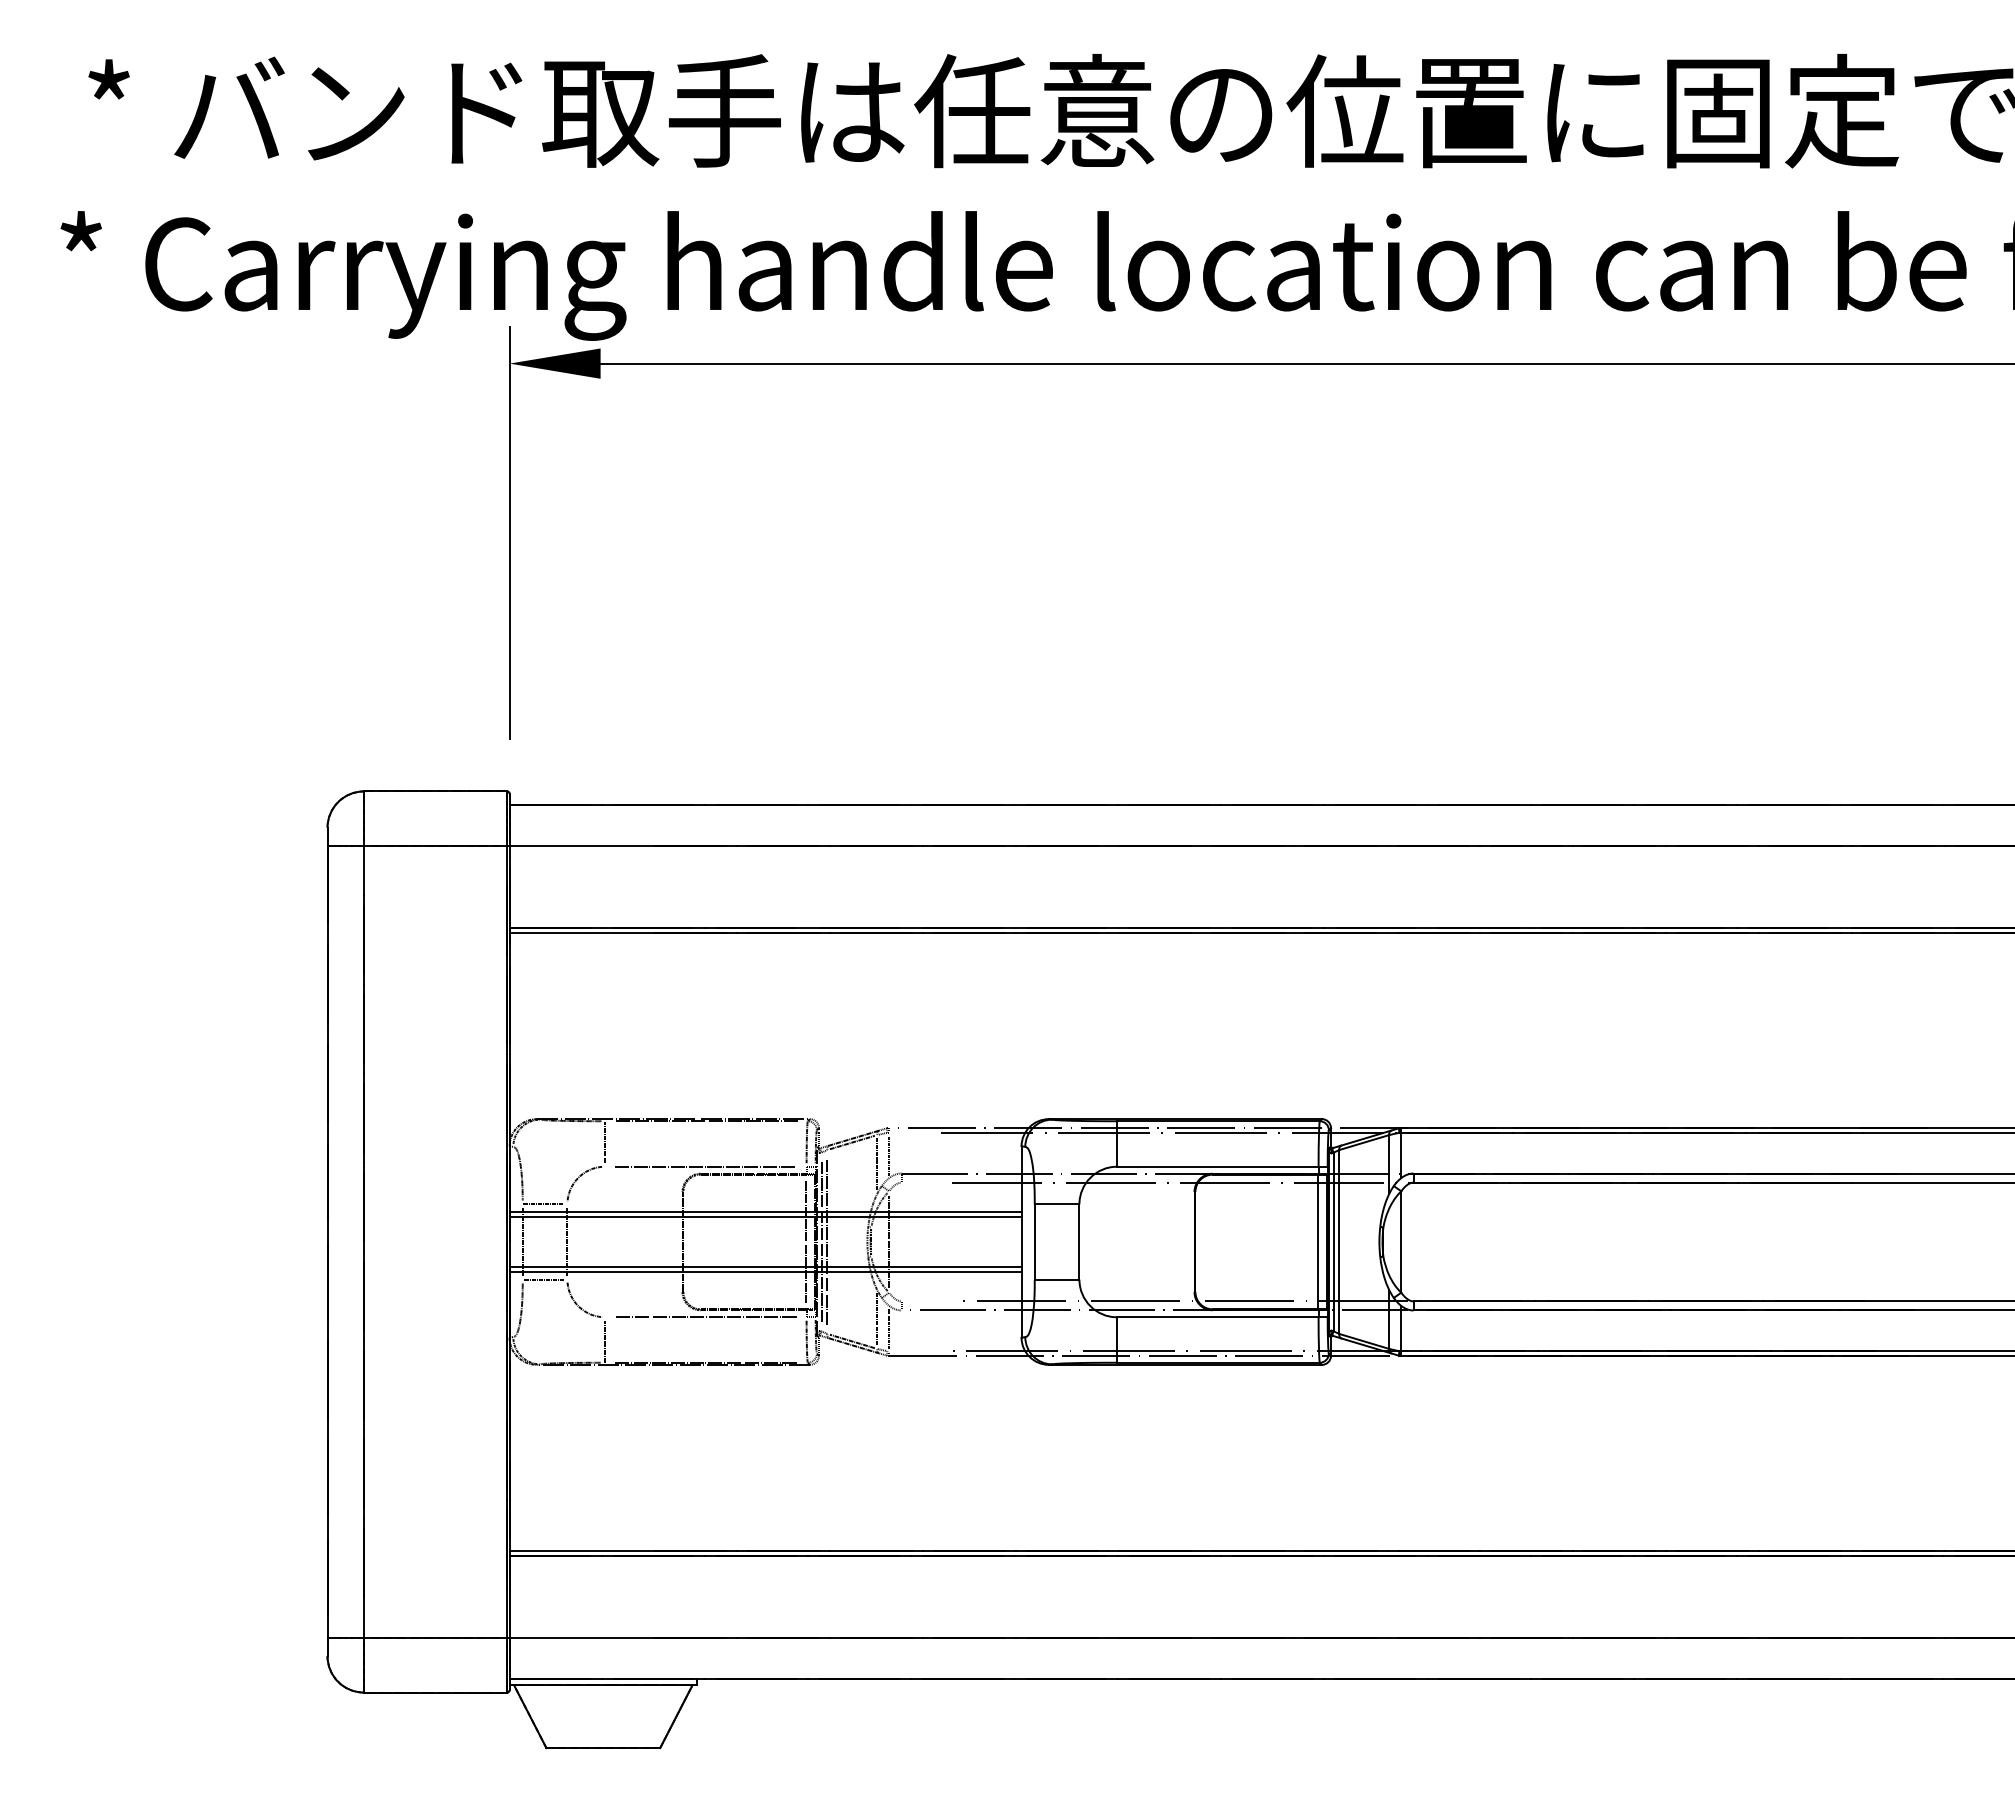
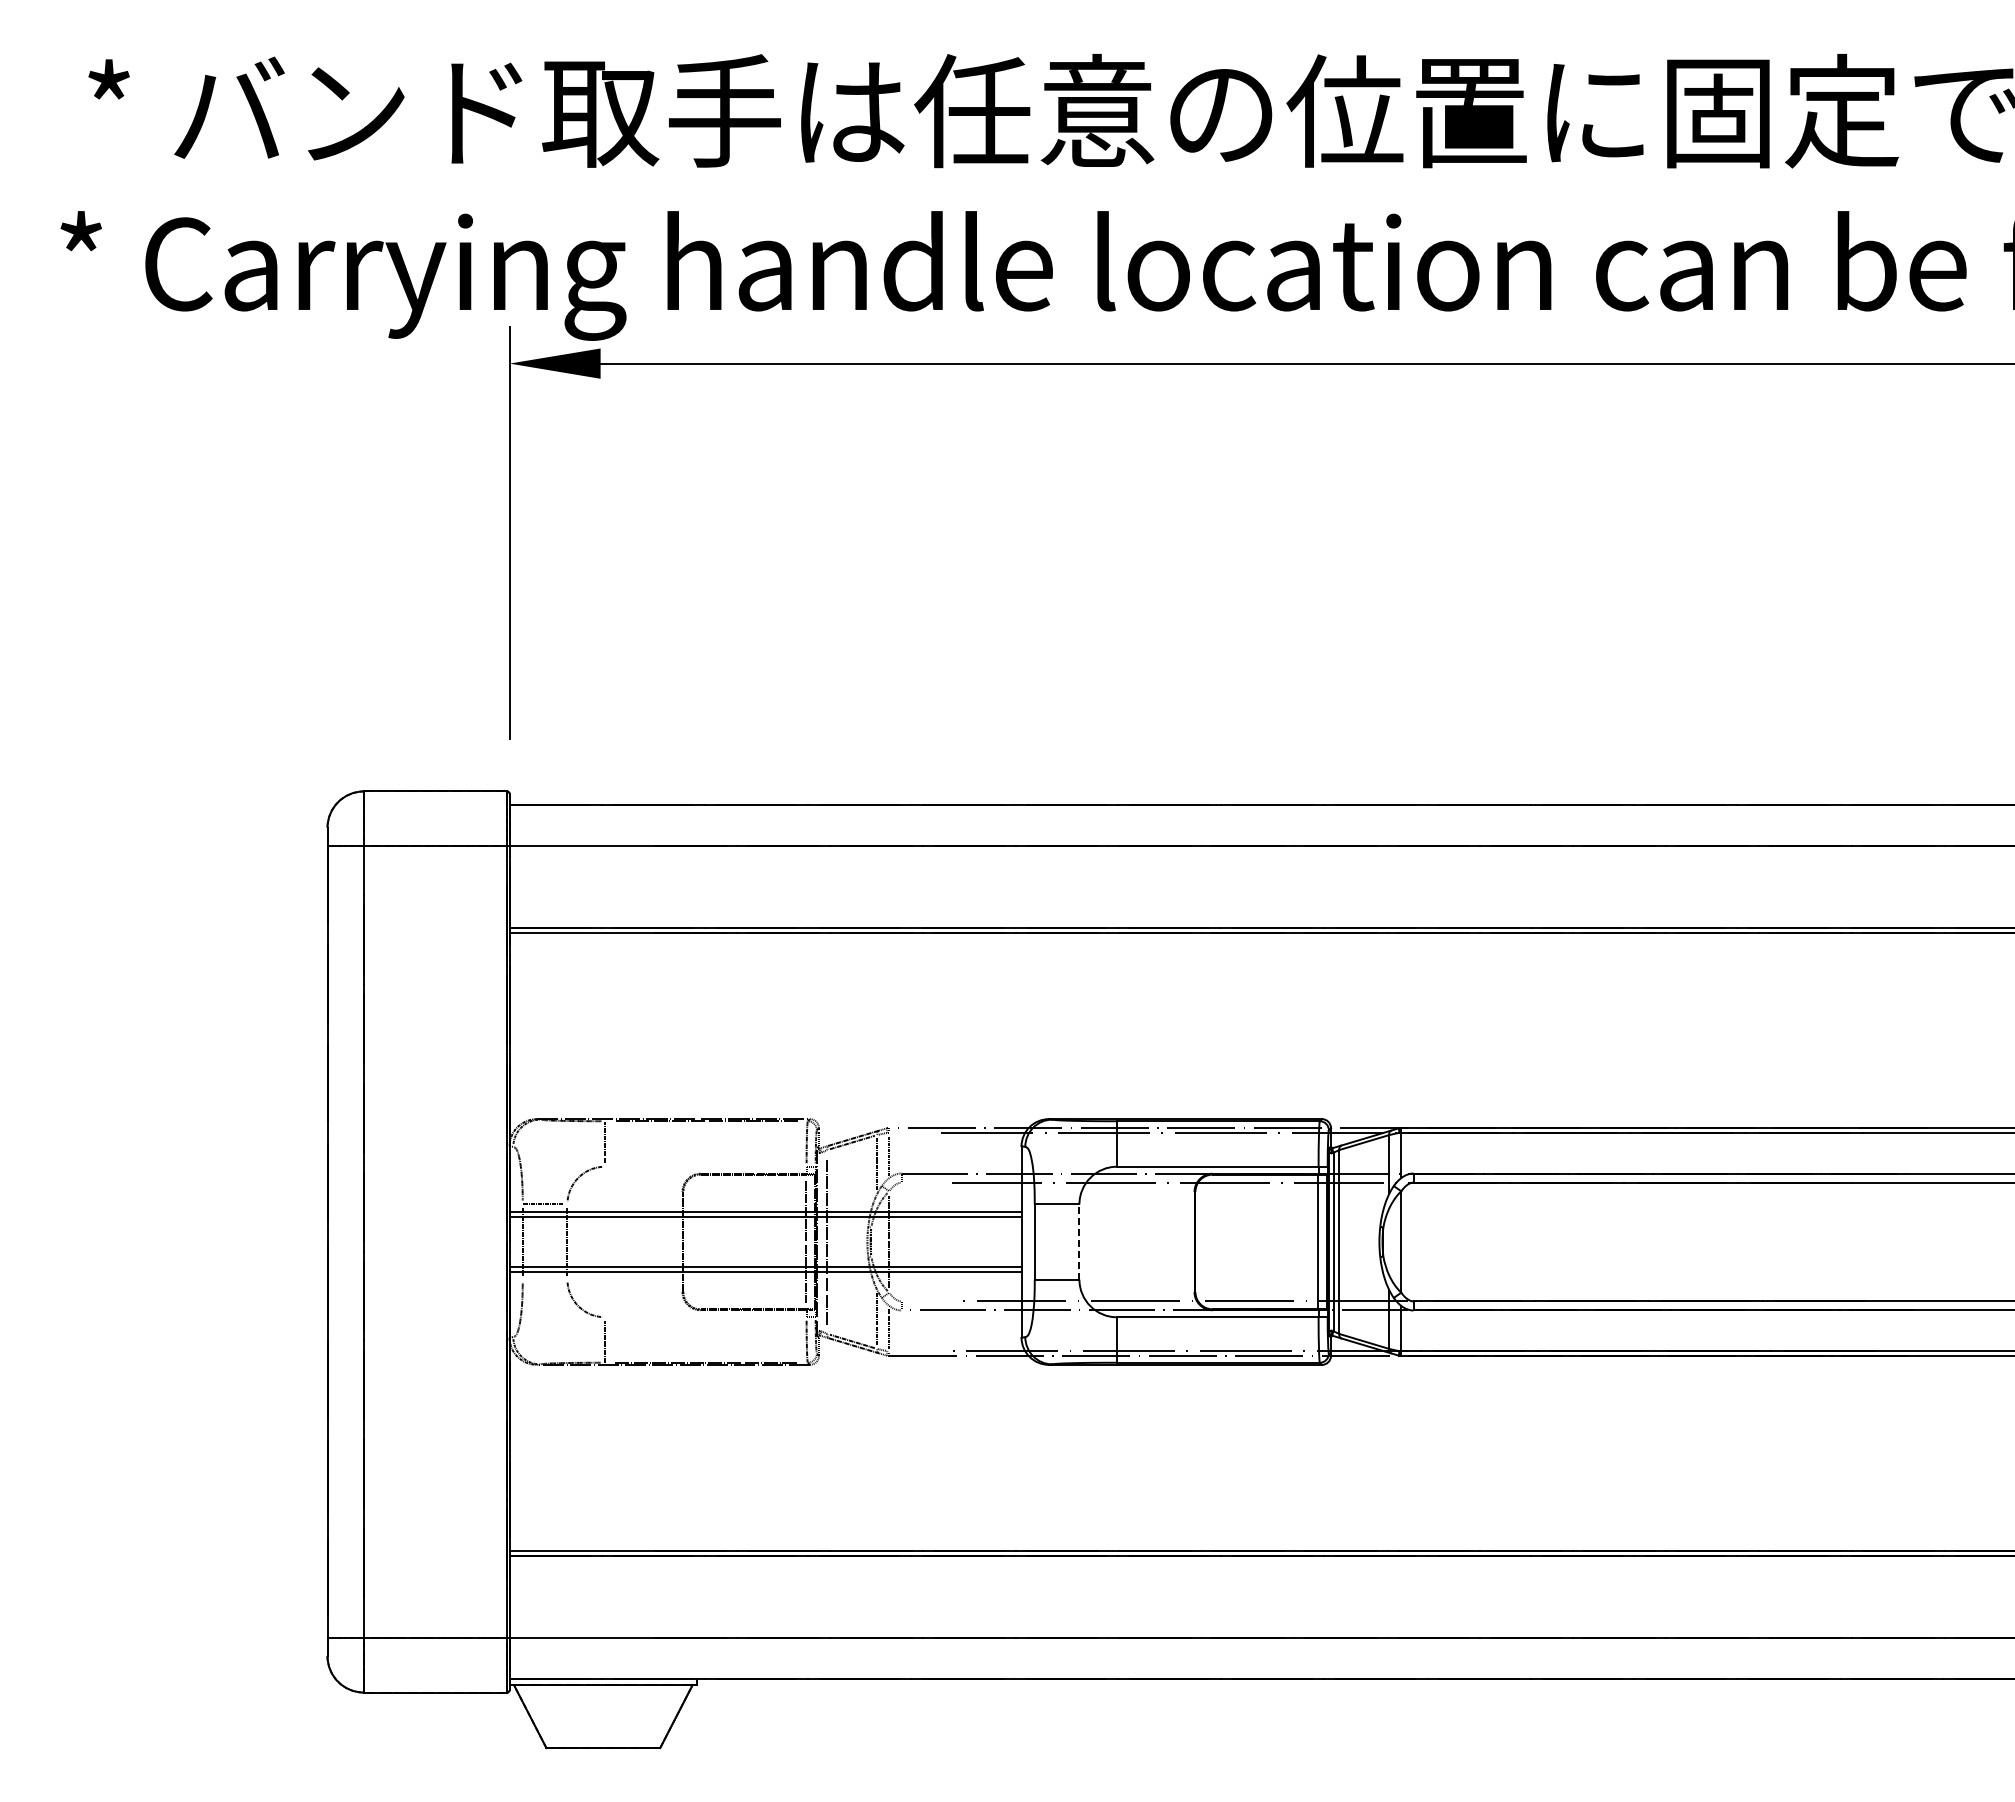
line at (705, 1166): present -> none
line at (821, 1241): present -> none
line at (1079, 1242): solid -> dashed
line at (543, 1279): present -> none
line at (705, 1317): present -> none
